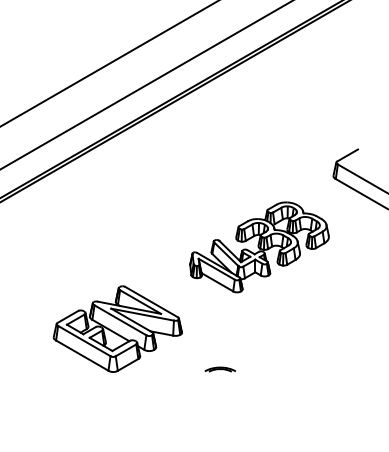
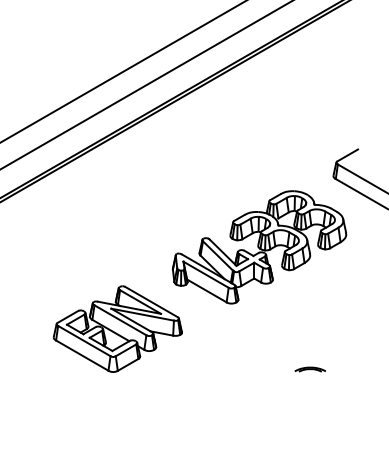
line at (108, 63) position: (108, 63) -> (122, 71)
part at (259, 247) size: 141x93 px -> 177x115 px
part at (220, 369) position: (220, 369) -> (310, 369)
